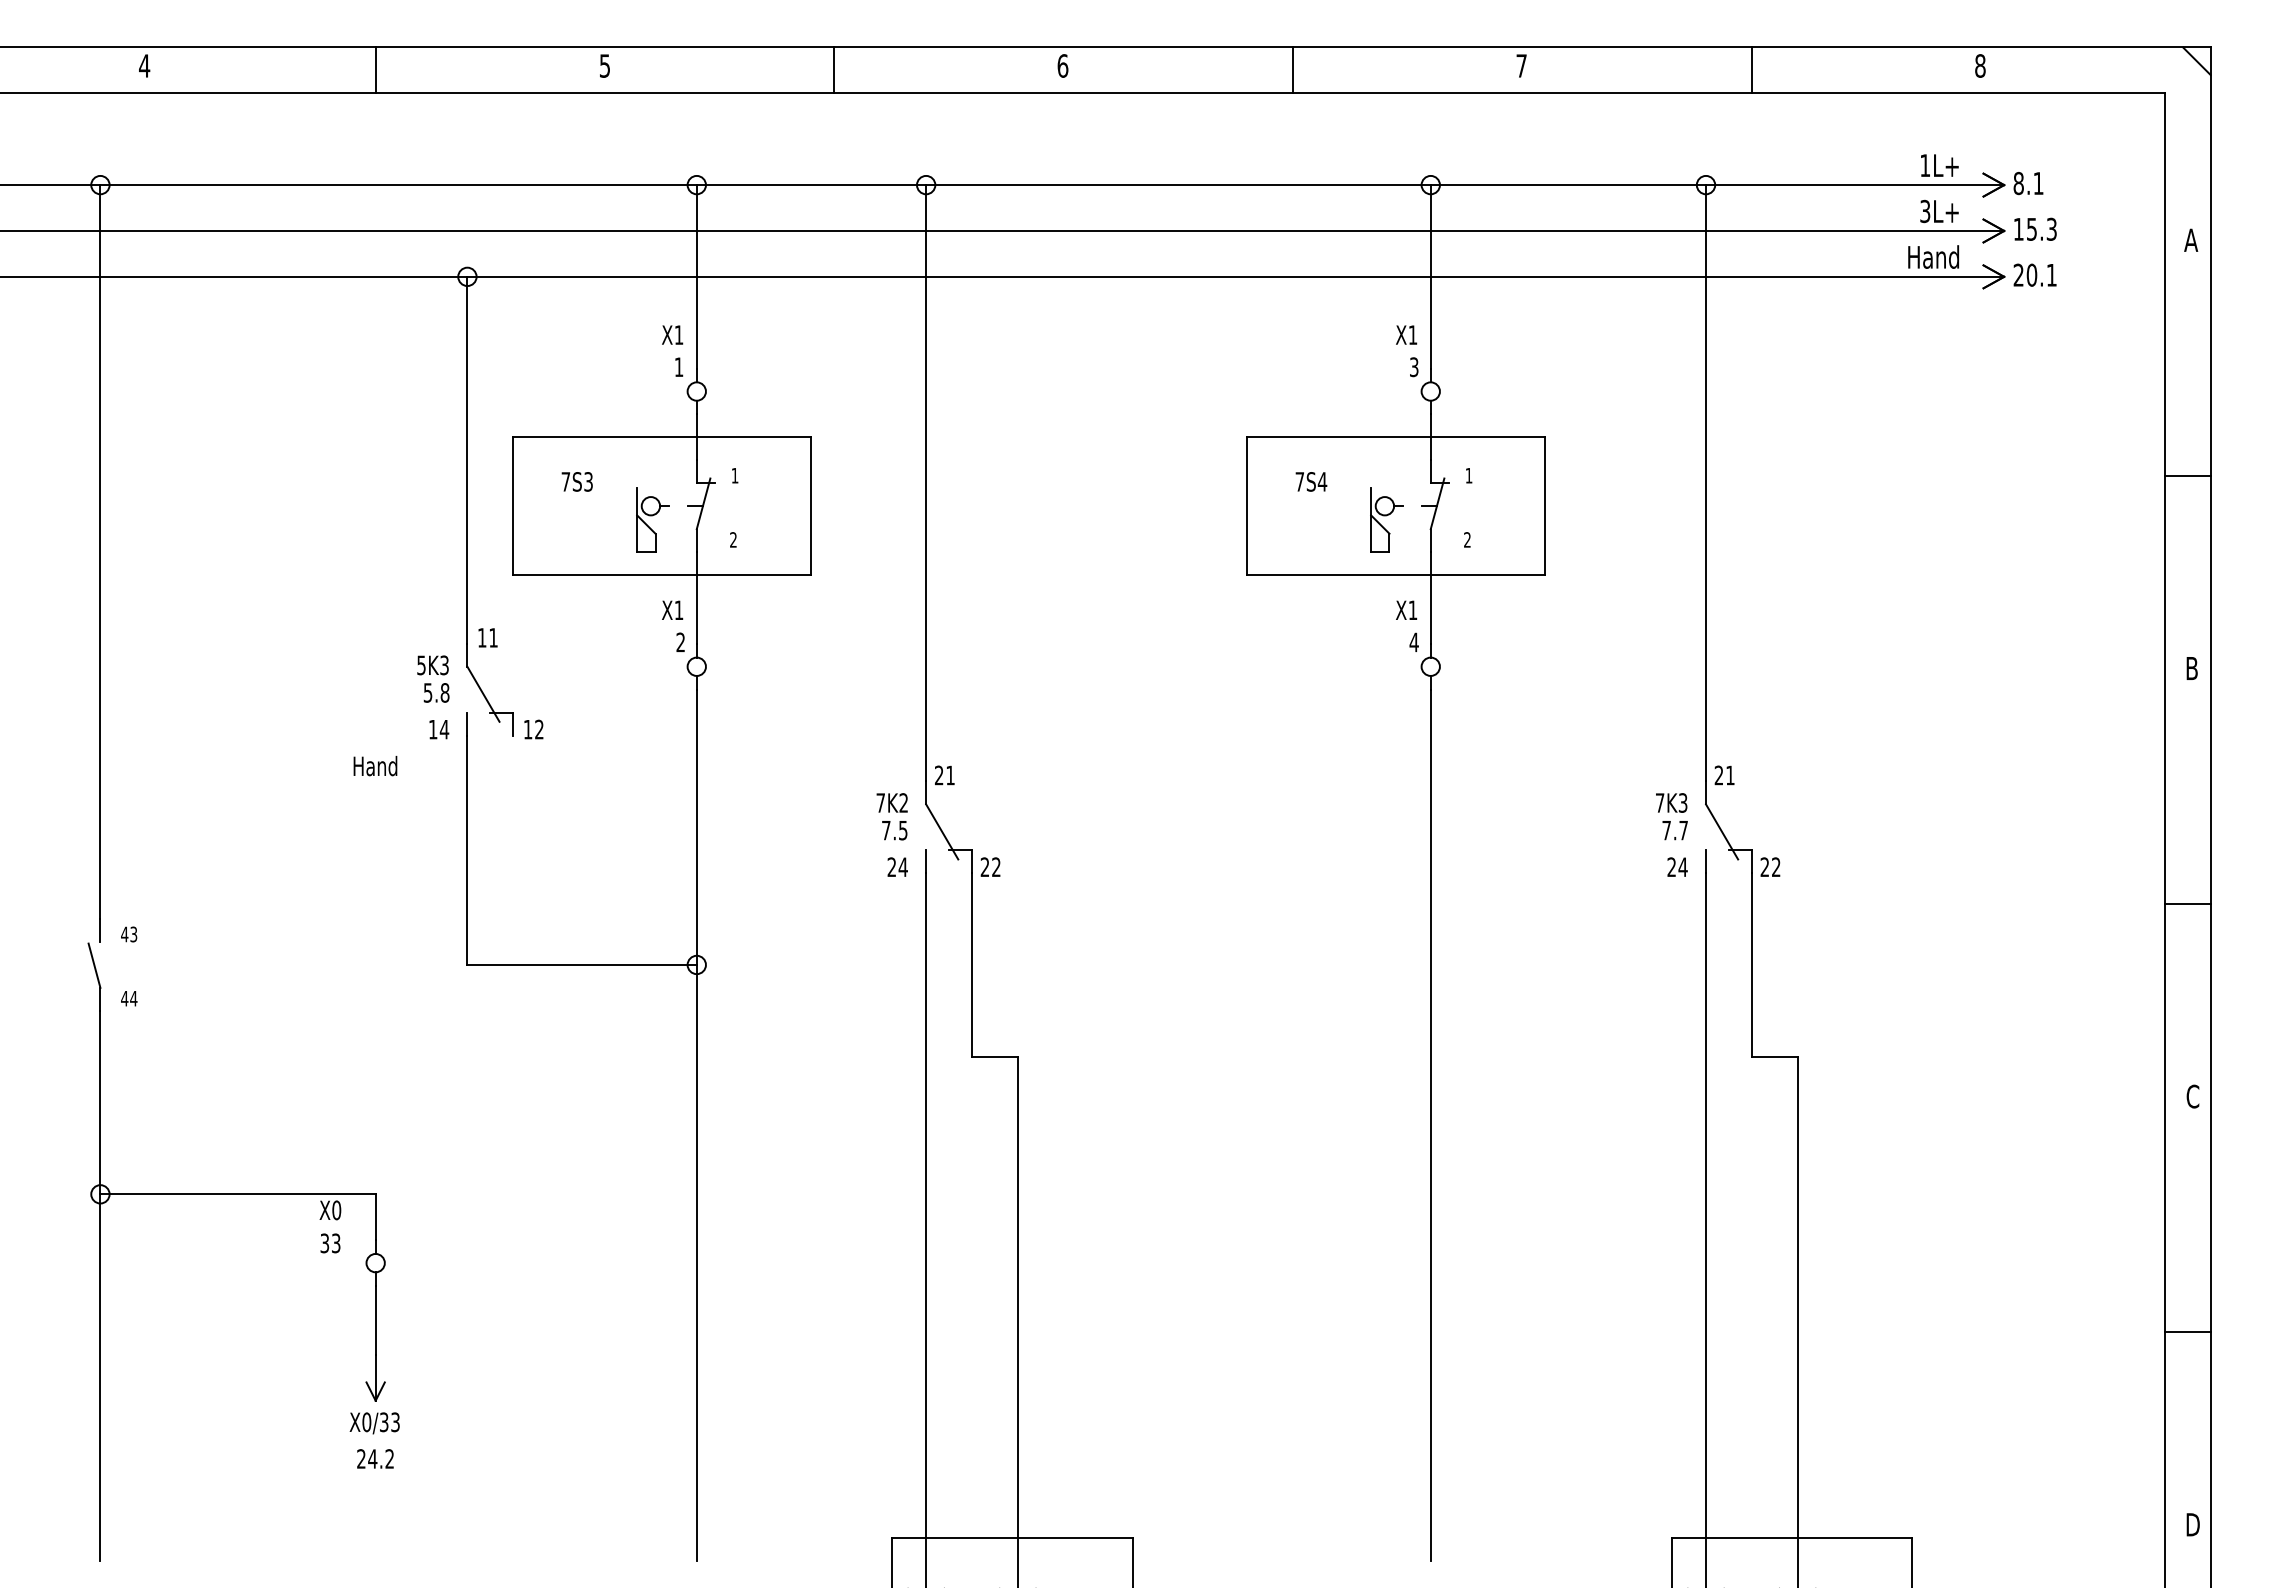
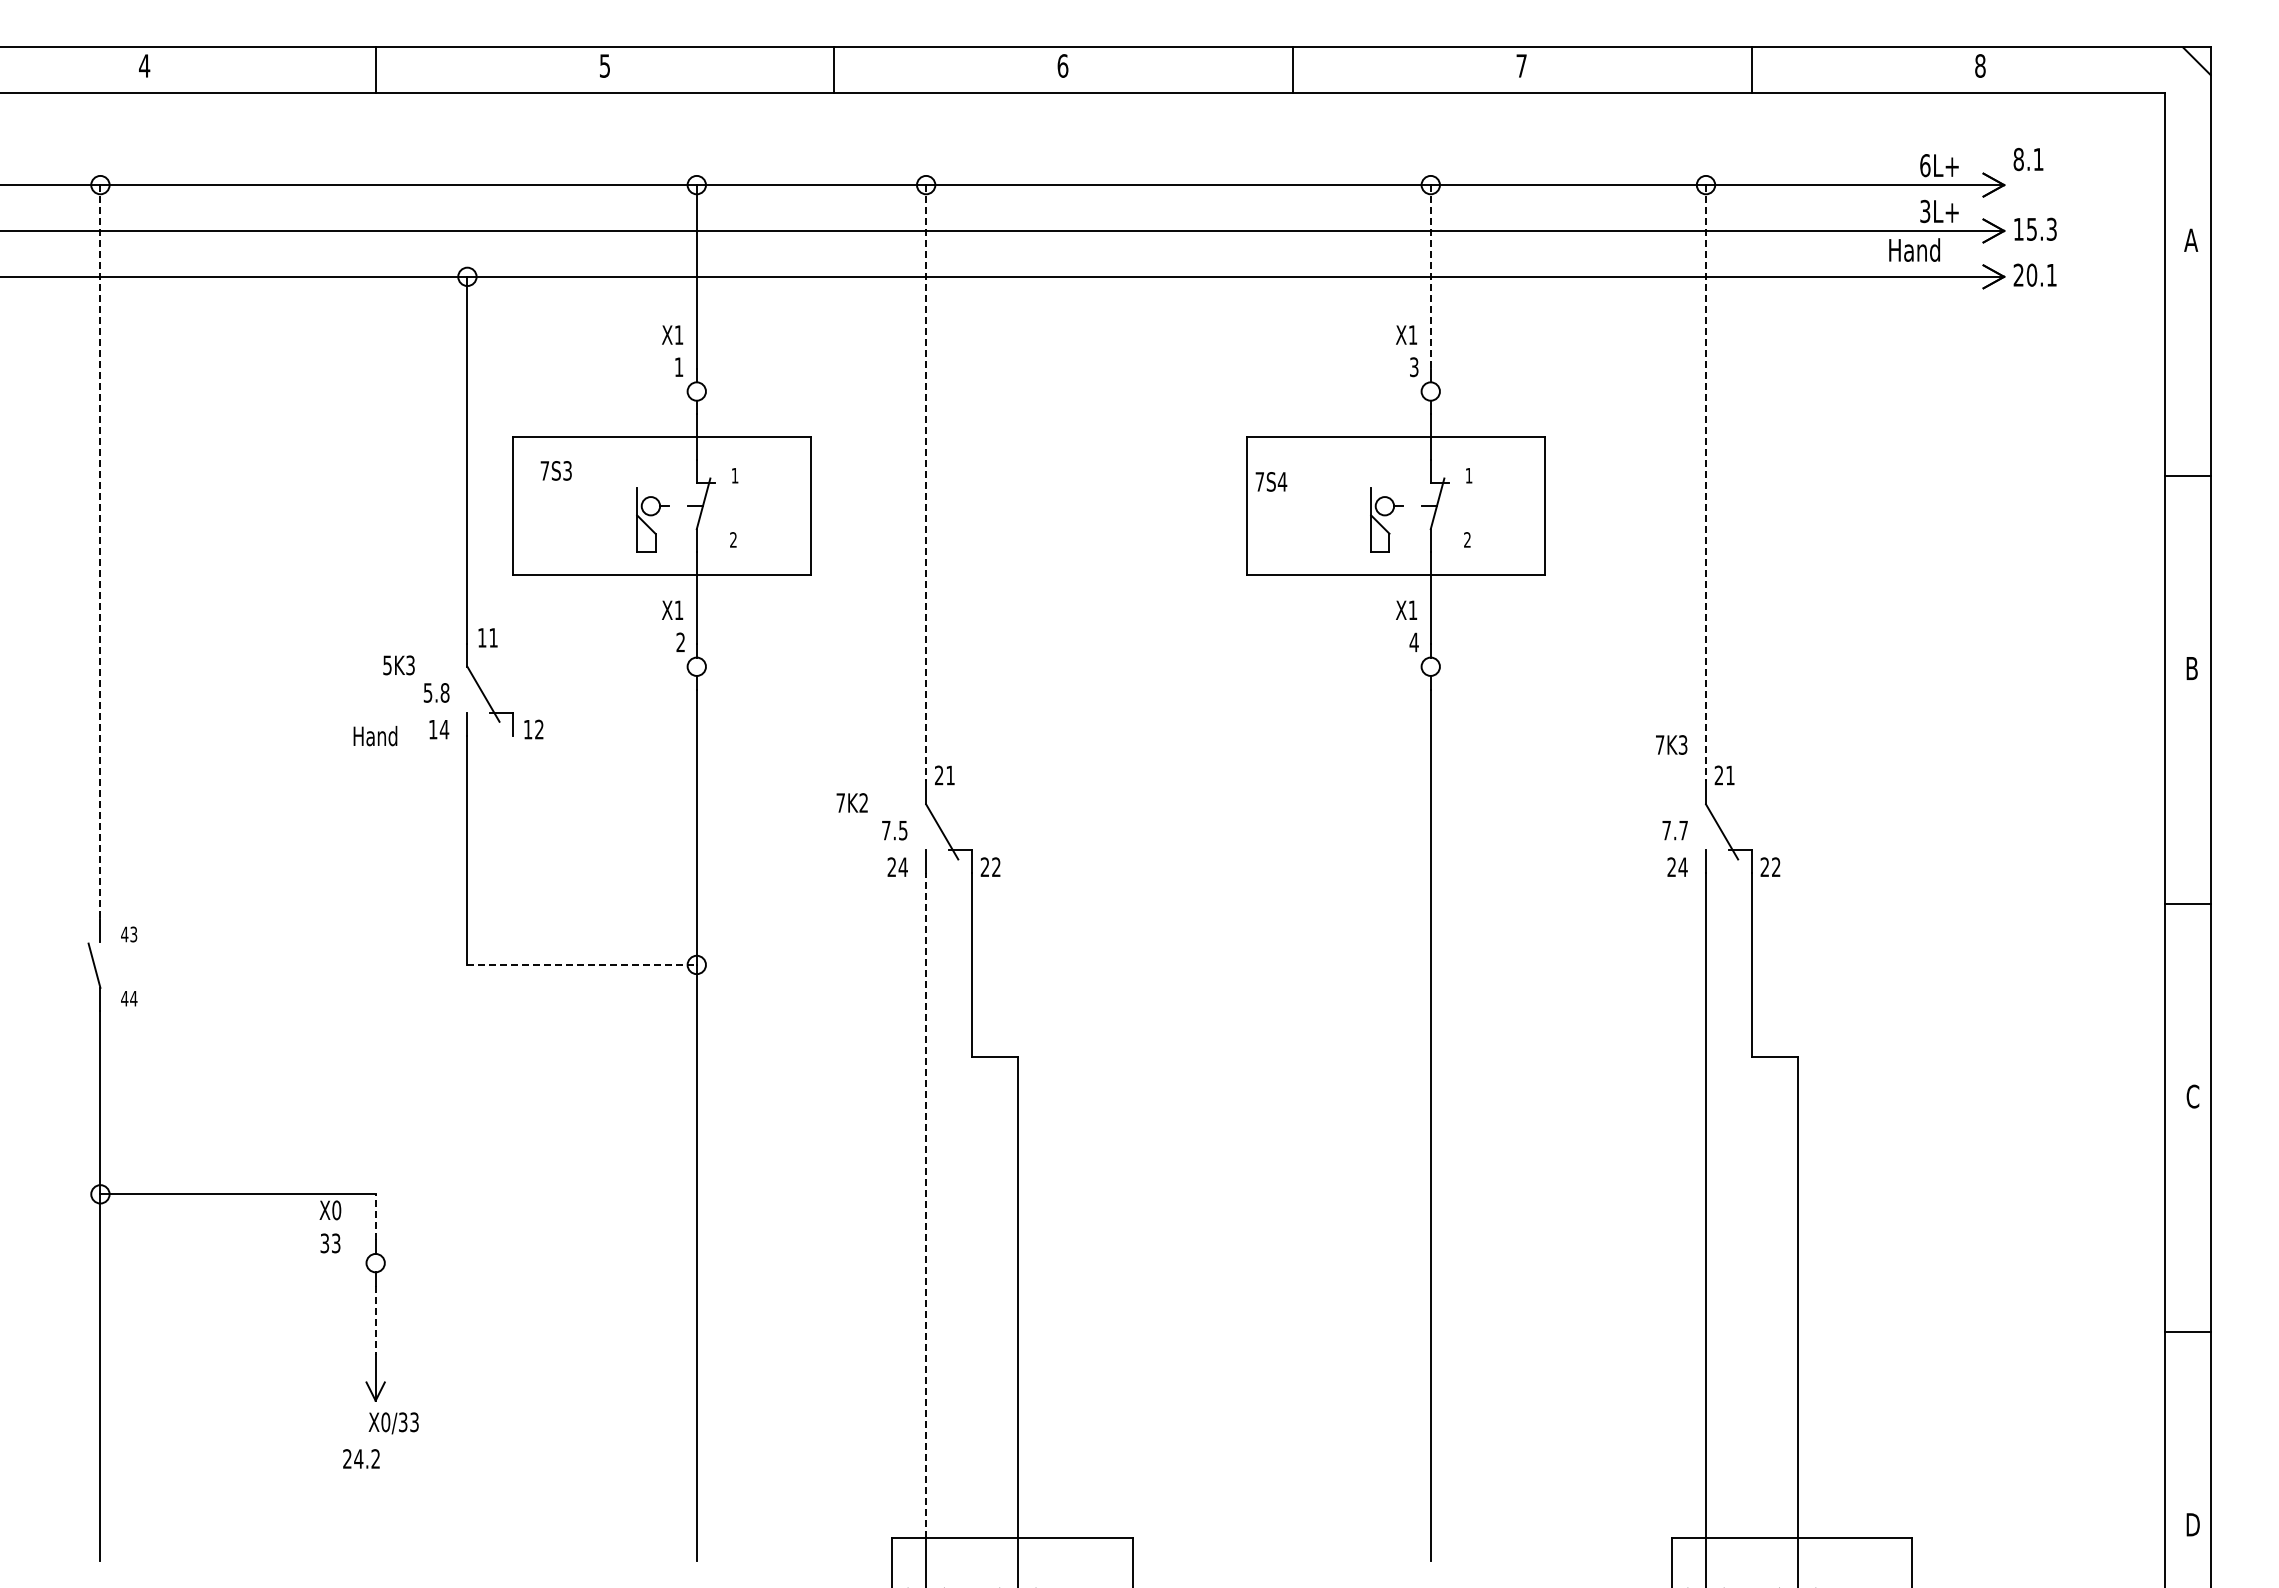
text at (1925, 165): 1L+ -> 6L+
text at (2028, 183) position: (2028, 183) -> (2028, 159)
text at (1933, 256) position: (1933, 256) -> (1914, 249)
line at (1430, 276): solid -> dashed
text at (576, 481) position: (576, 481) -> (555, 470)
text at (1311, 481) position: (1311, 481) -> (1271, 481)
line at (926, 483): solid -> dashed
line at (1706, 483): solid -> dashed
line at (100, 552): solid -> dashed
text at (432, 665) position: (432, 665) -> (398, 665)
text at (375, 766) position: (375, 766) -> (375, 736)
text at (891, 802) position: (891, 802) -> (851, 802)
text at (1671, 802) position: (1671, 802) -> (1671, 744)
line at (582, 964): solid -> dashed
line at (926, 1205): solid -> dashed
line at (375, 1217): solid -> dashed
line at (375, 1320): solid -> dashed
text at (374, 1423) position: (374, 1423) -> (393, 1423)
text at (375, 1458) position: (375, 1458) -> (361, 1458)
